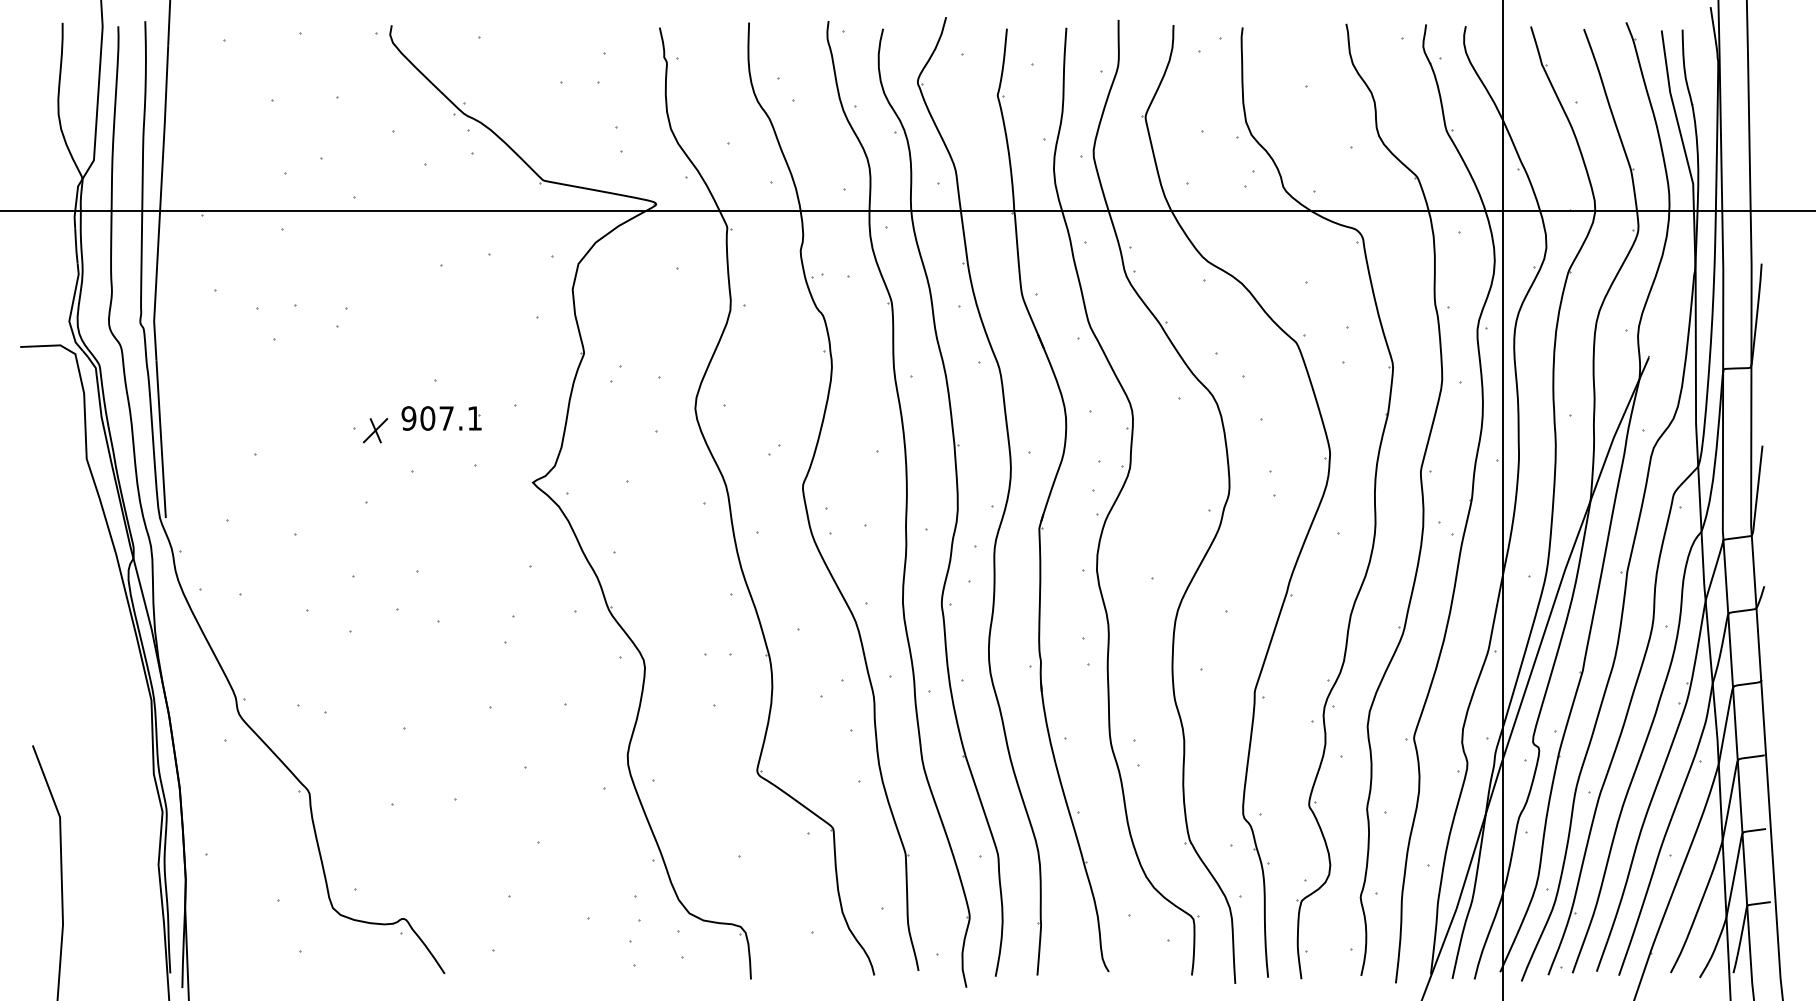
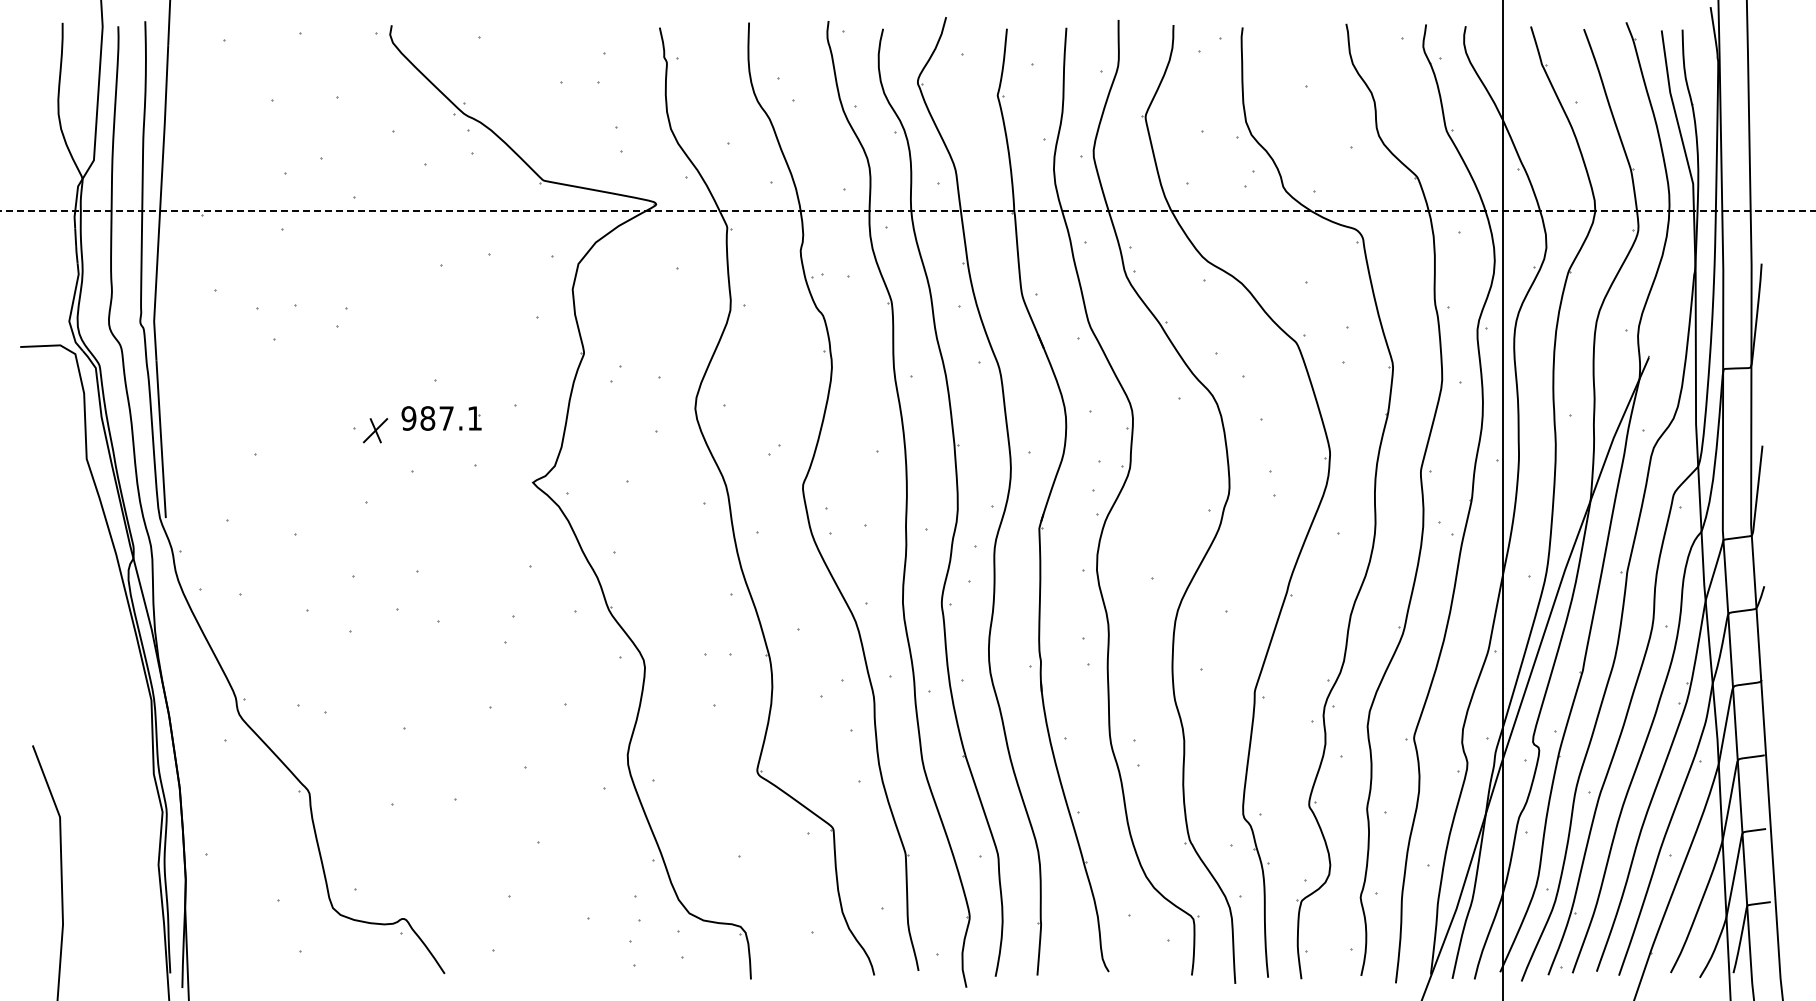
line at (907, 211): solid -> dashed
text at (427, 418): 907.1 -> 987.1
